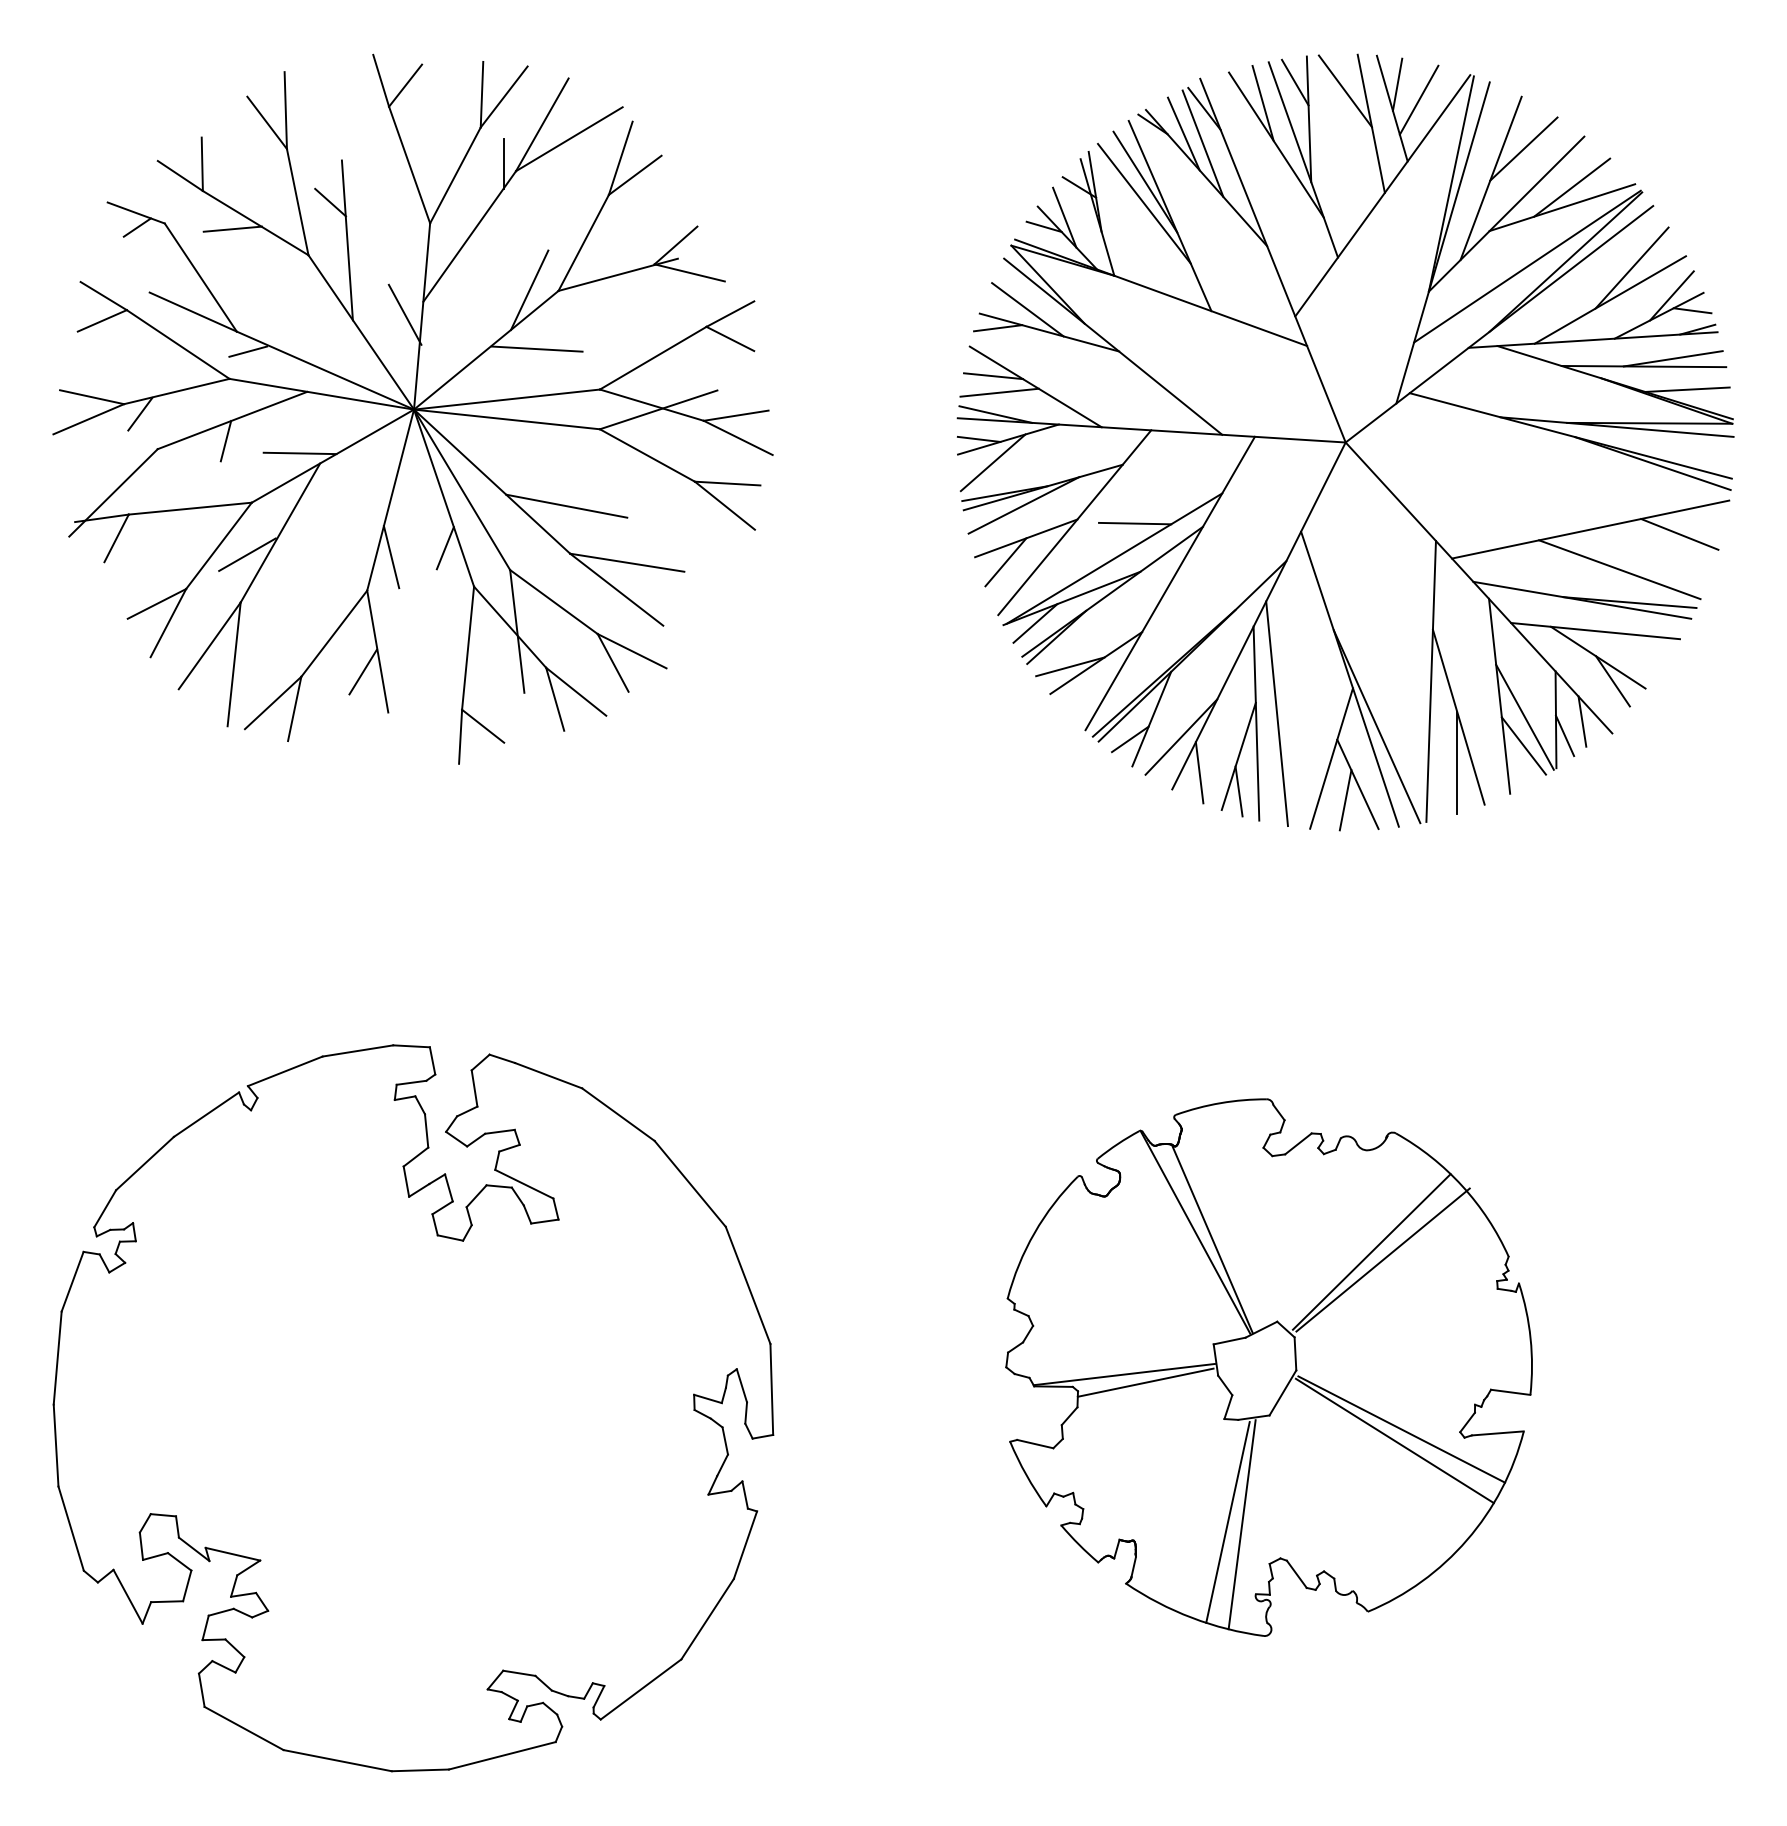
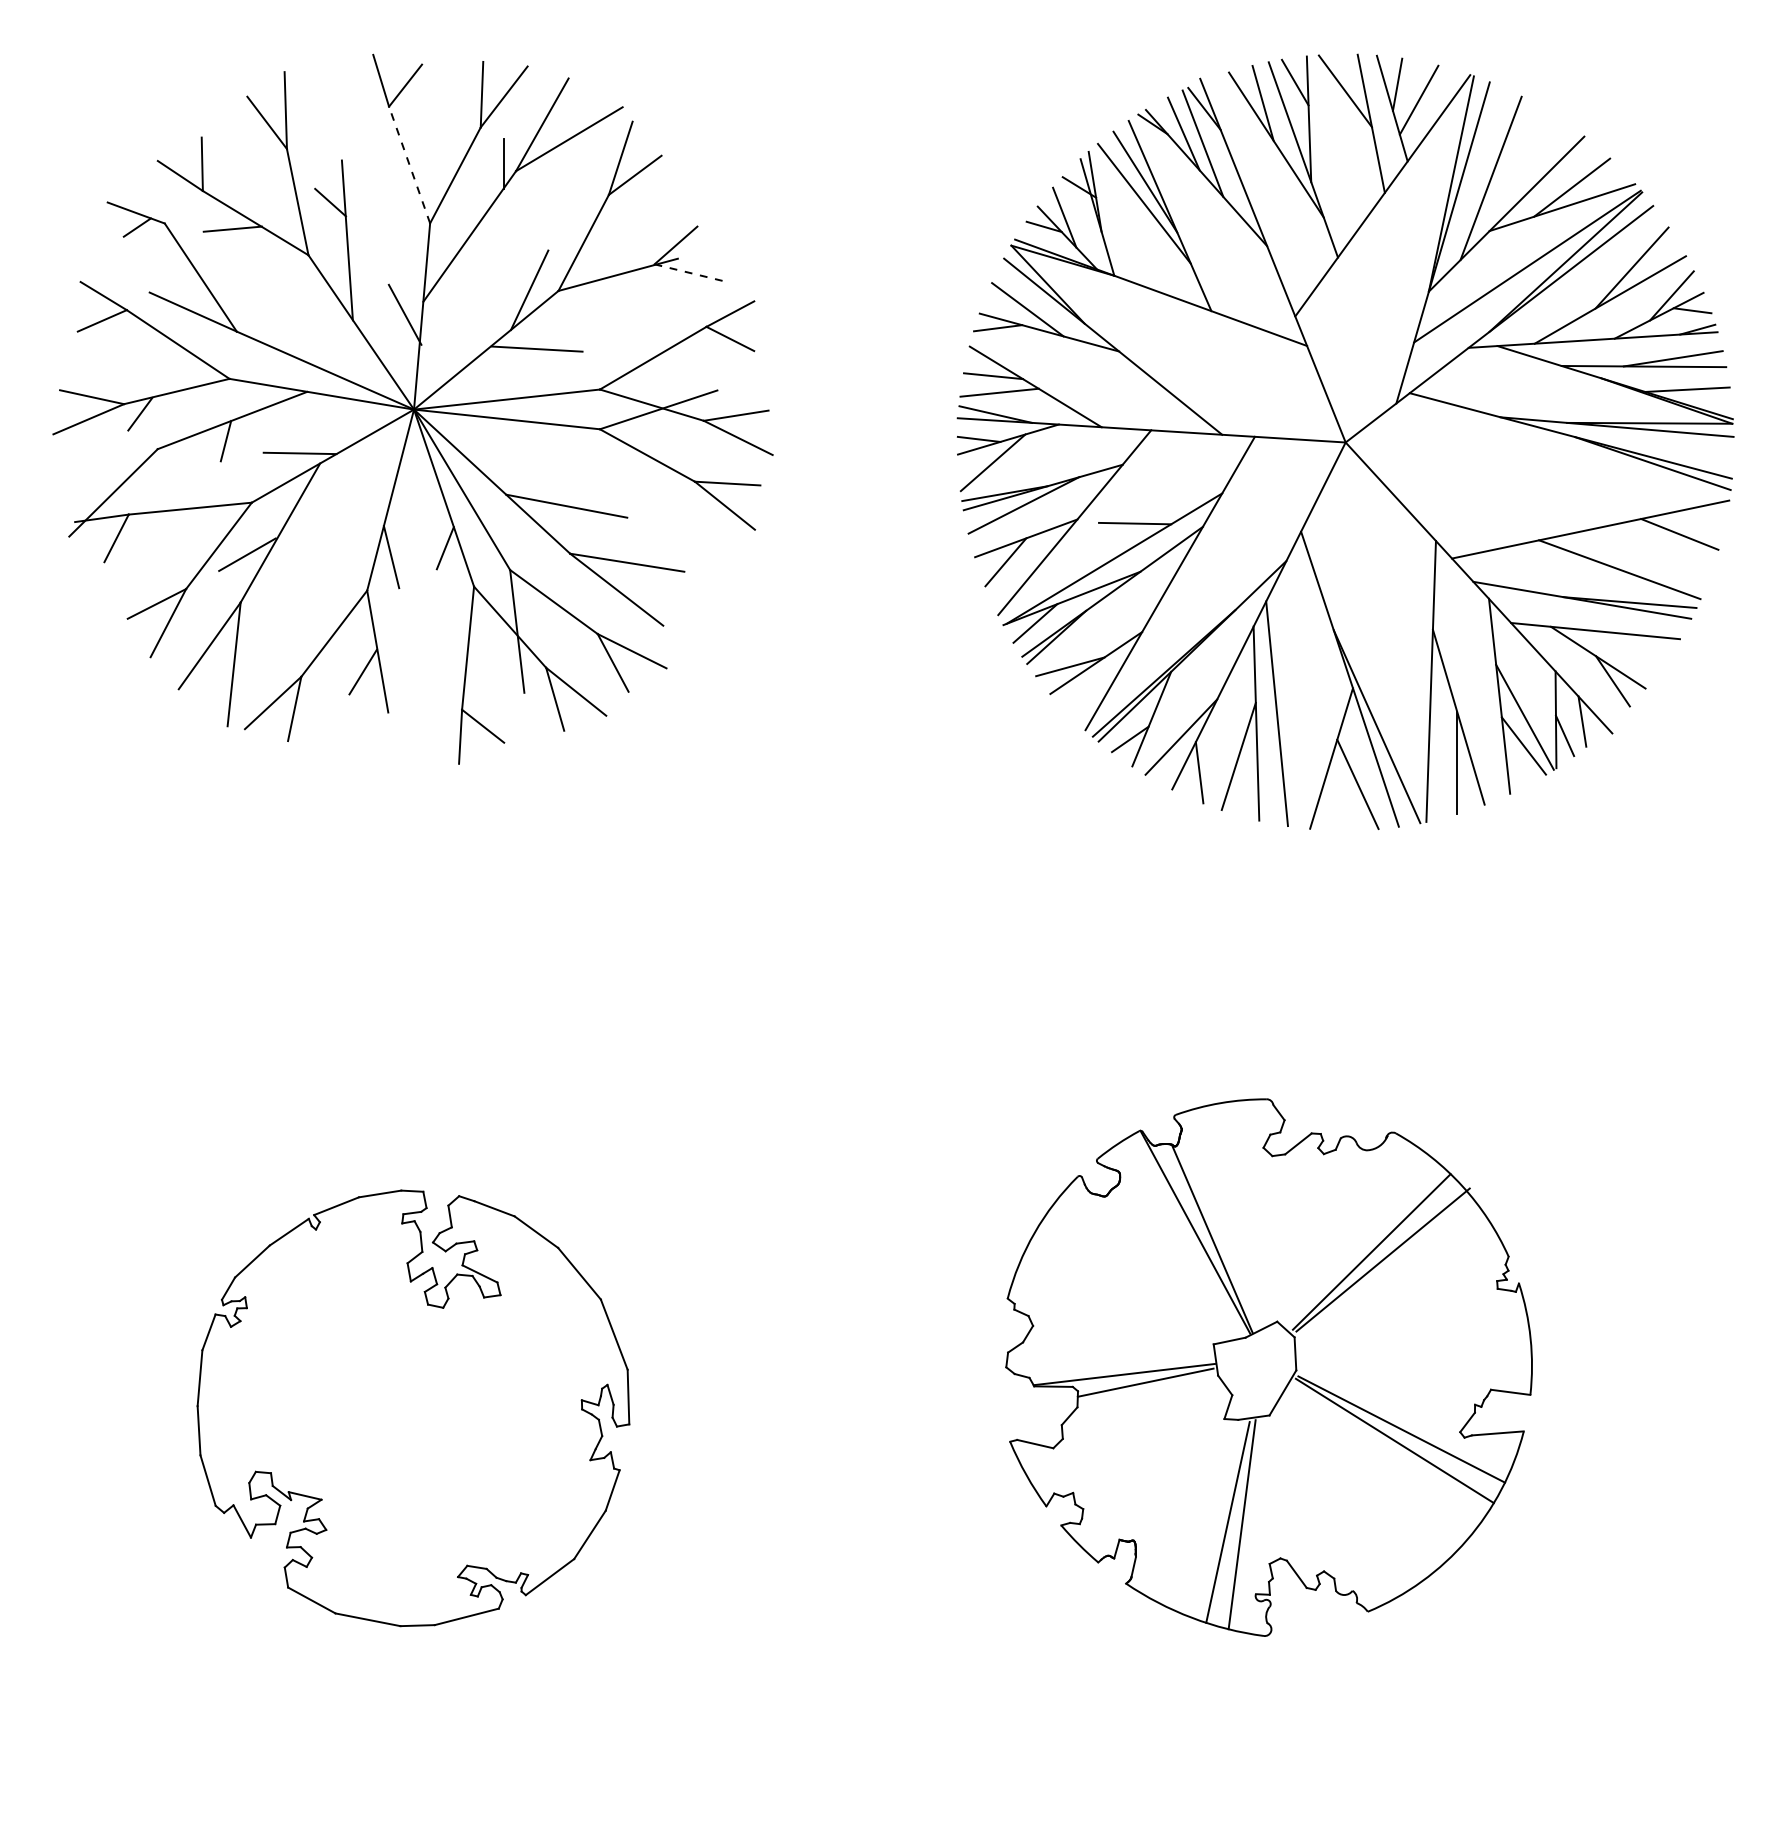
line at (1523, 148): present -> none
line at (409, 165): solid -> dashed
line at (690, 273): solid -> dashed
line at (248, 351): present -> none
line at (1238, 791): present -> none
line at (1345, 800): present -> none
part at (413, 1408) size: 723x729 px -> 435x439 px
